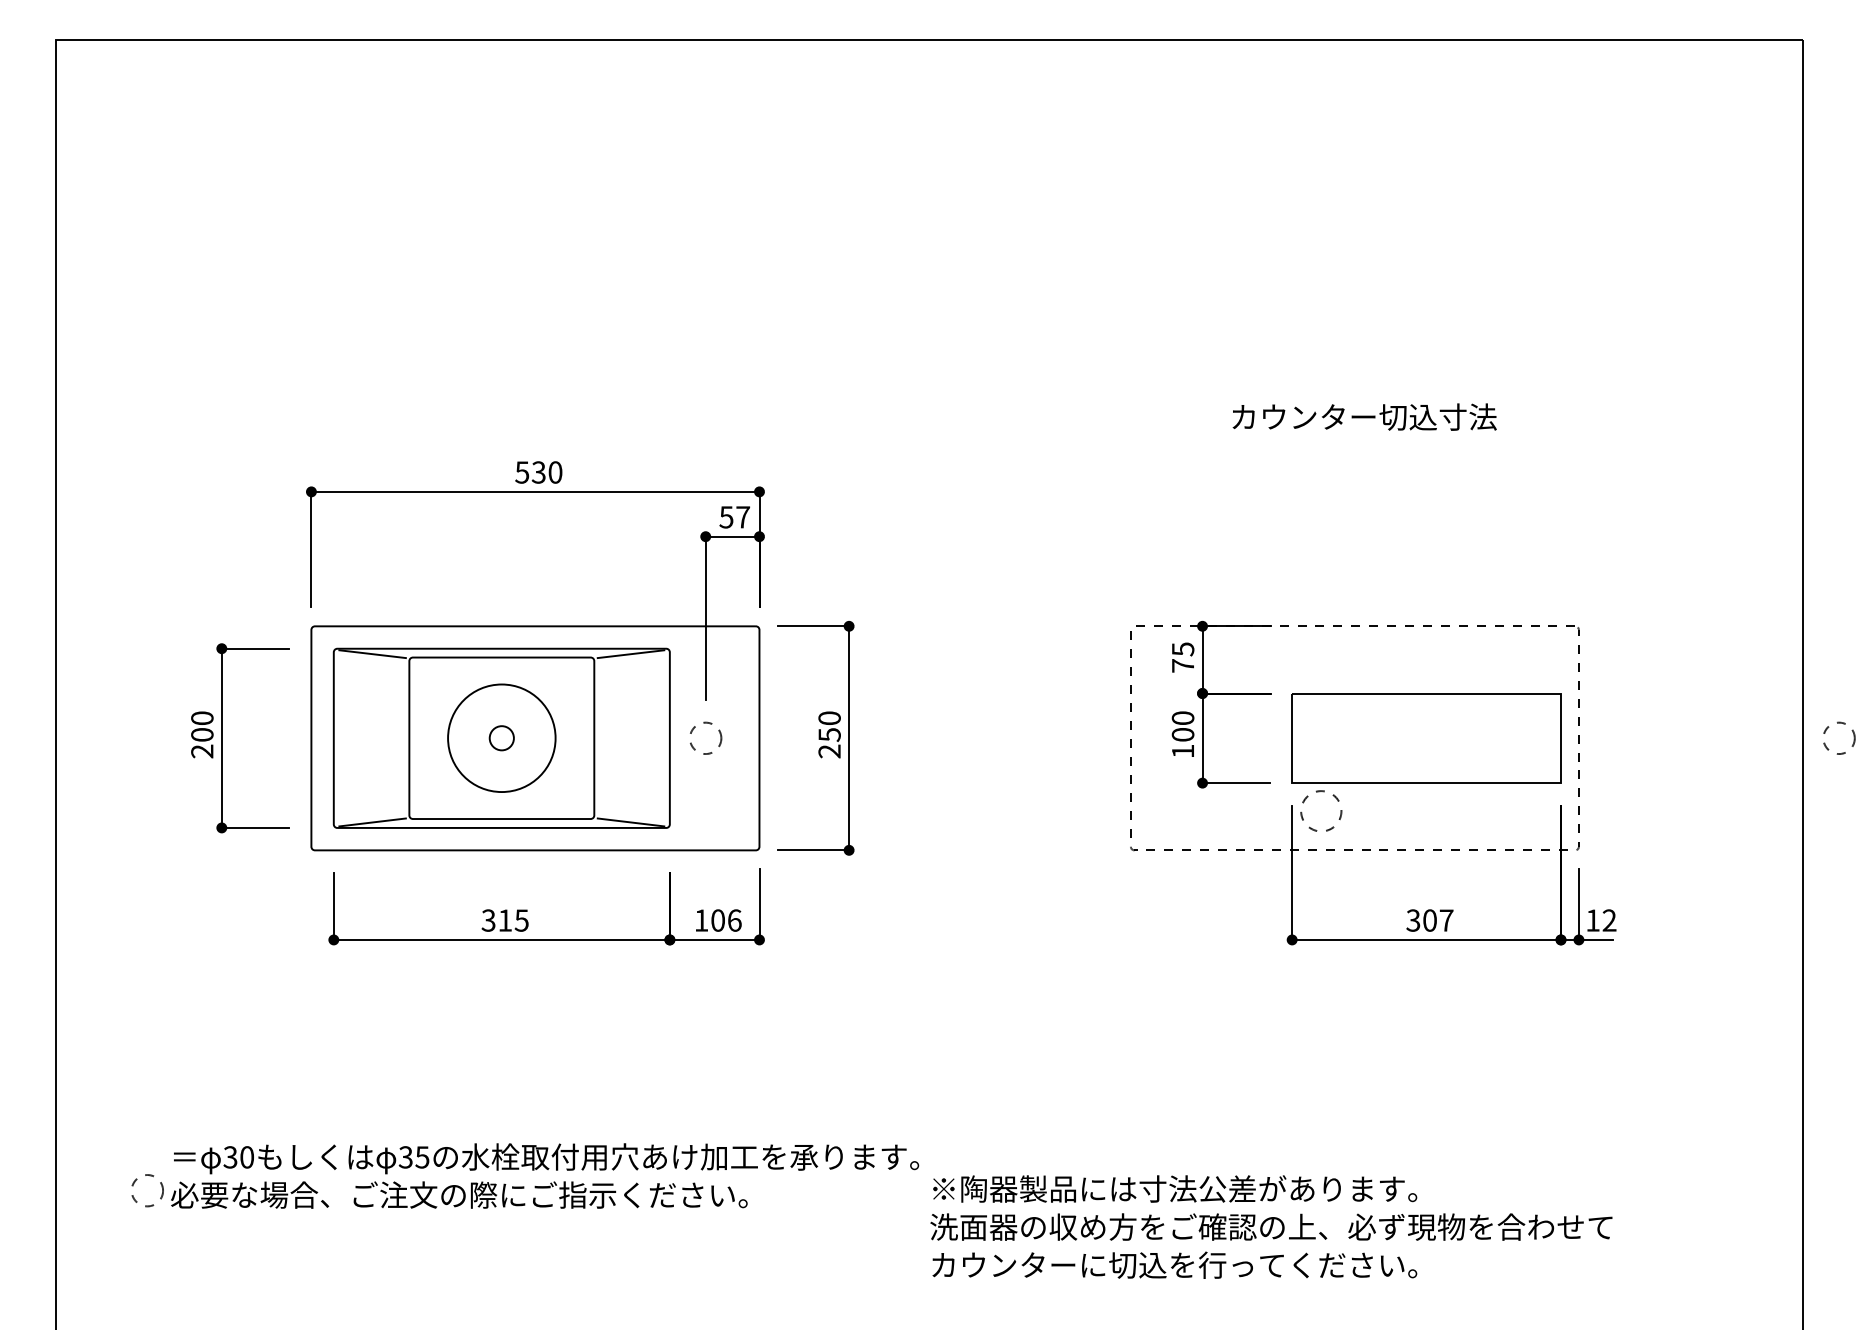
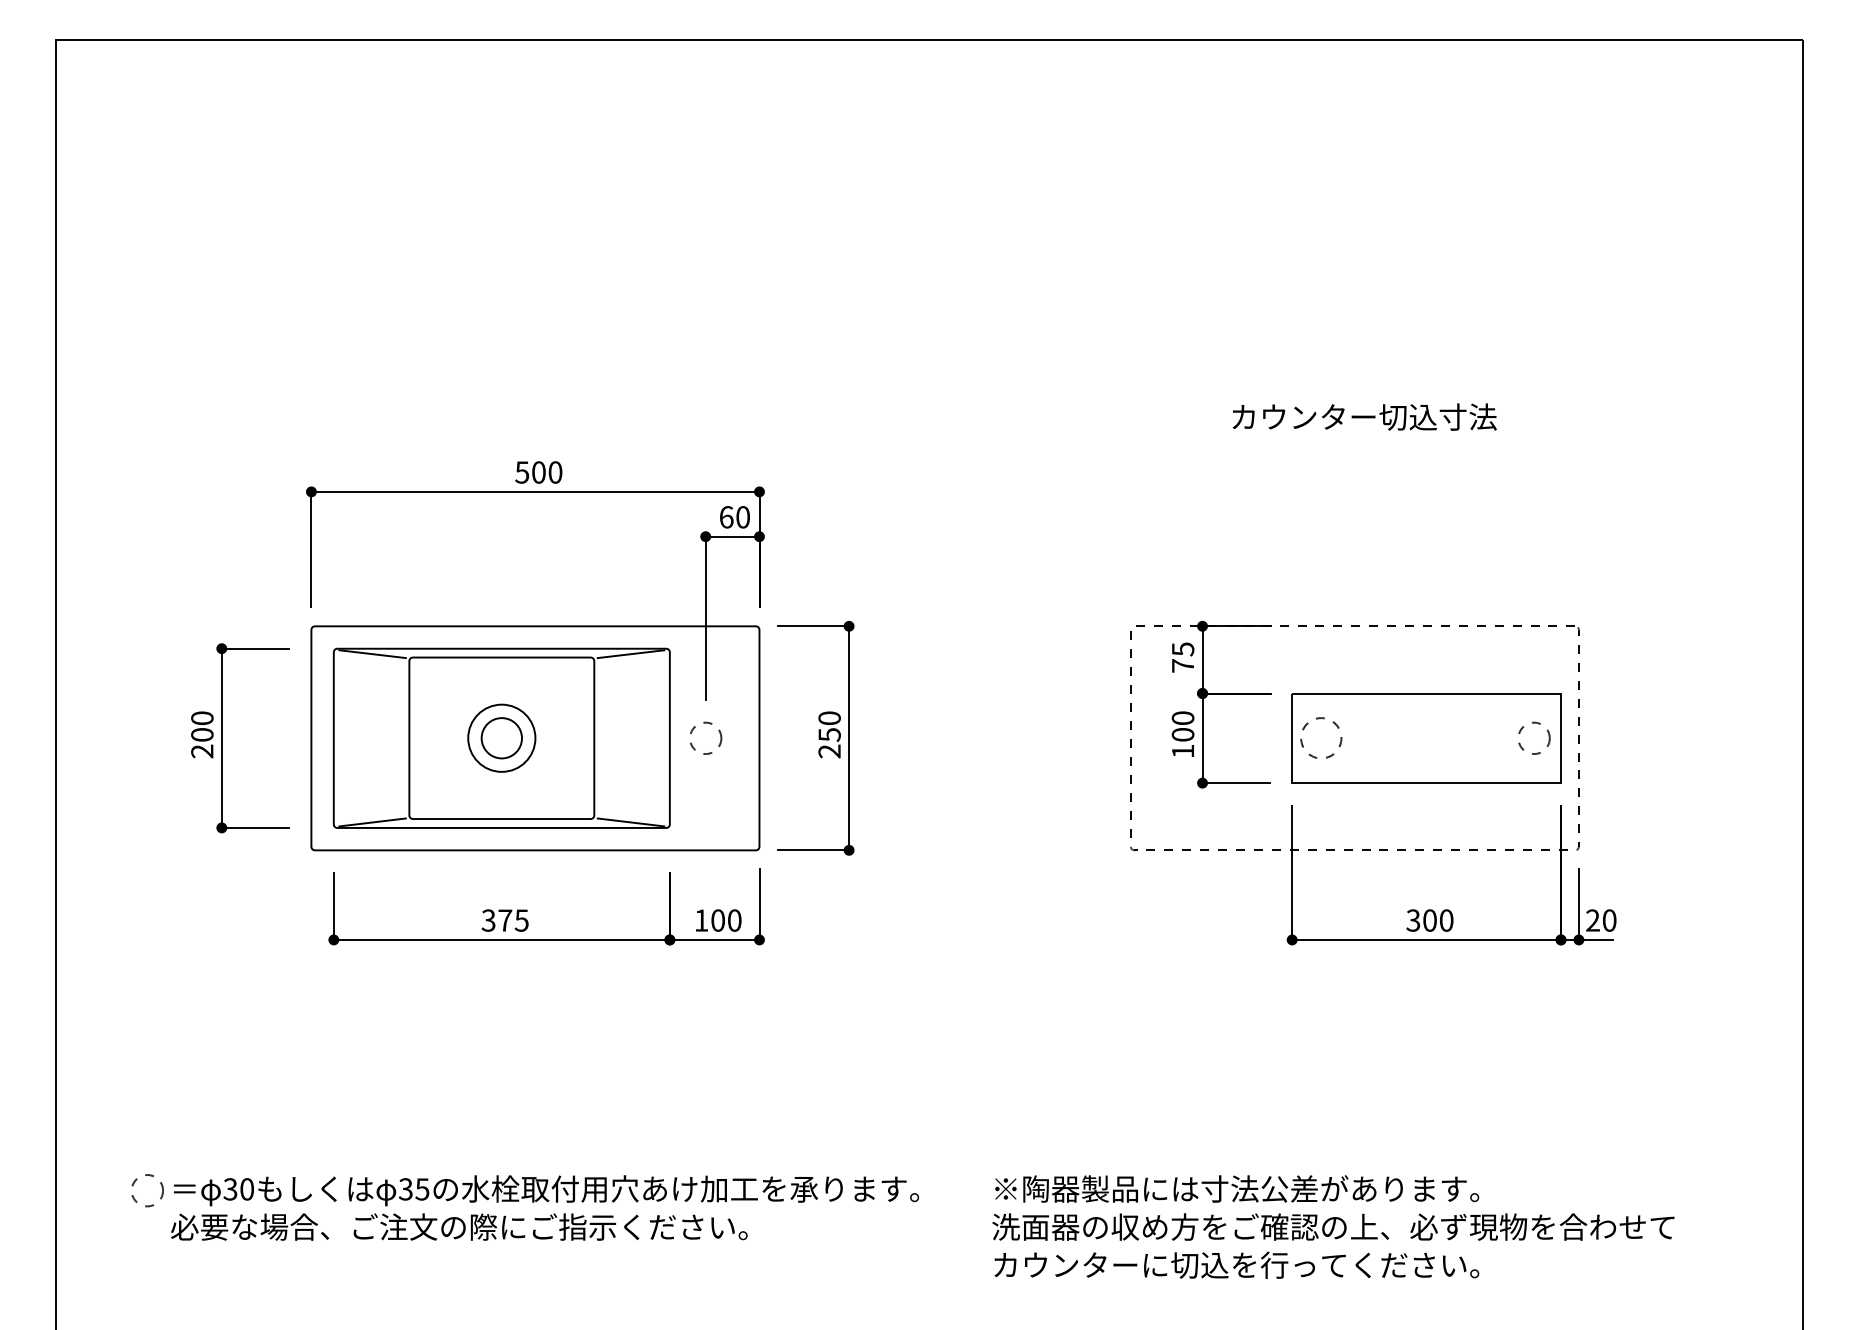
text at (538, 472): 530 -> 500
text at (734, 517): 57 -> 60
circle at (1839, 737) position: (1839, 737) -> (1534, 737)
circle at (501, 738) diameter: 108 px -> 67 px
circle at (501, 738) diameter: 24 px -> 40 px
circle at (1321, 810) position: (1321, 810) -> (1321, 737)
text at (505, 920): 315 -> 375
text at (734, 920): 106 -> 100
text at (1446, 920): 307 -> 300
text at (1601, 920): 12 -> 20
text at (545, 1175) position: (545, 1175) -> (545, 1207)
text at (1271, 1226) position: (1271, 1226) -> (1333, 1226)
